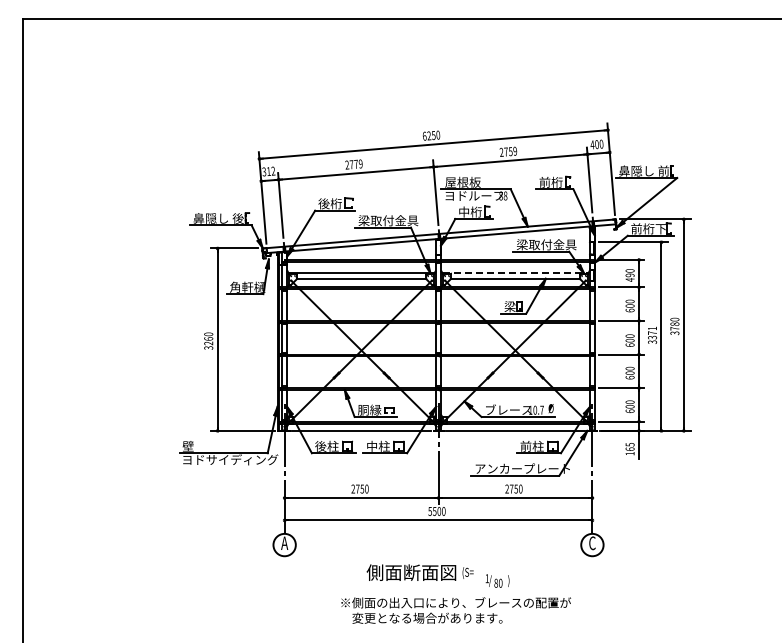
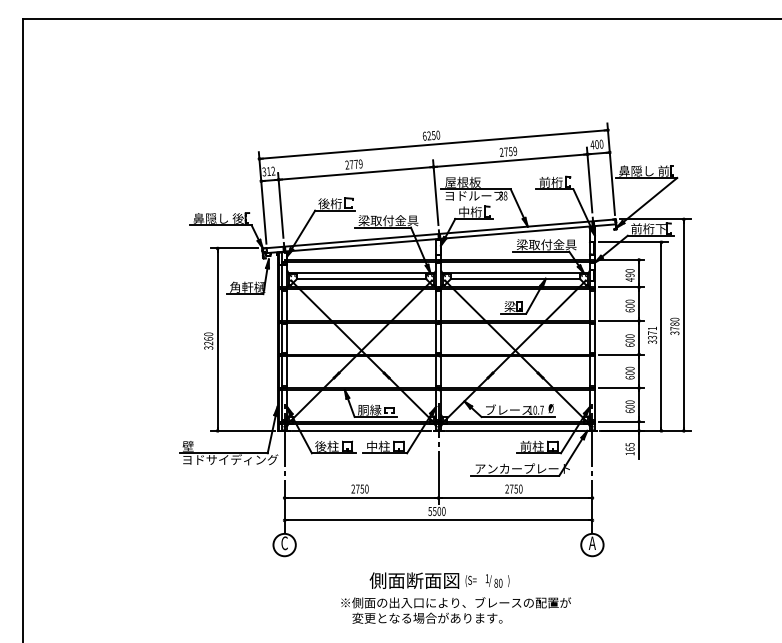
line at (515, 273): dashed -> solid
text at (284, 543): A -> C
text at (591, 543): C -> A
text at (419, 572) position: (419, 572) -> (422, 580)
